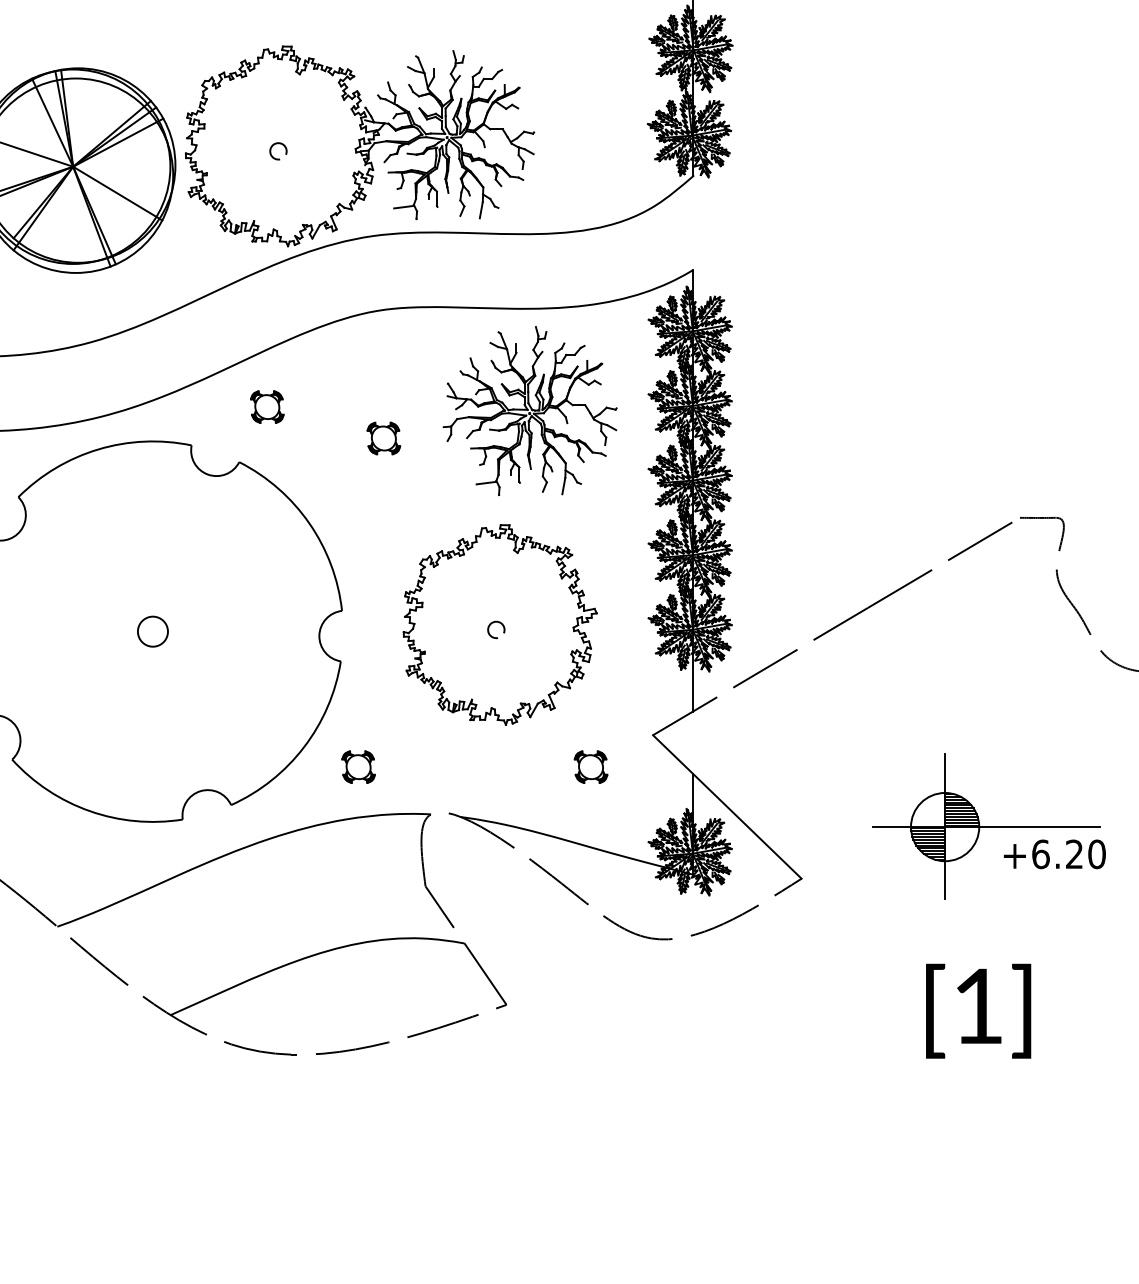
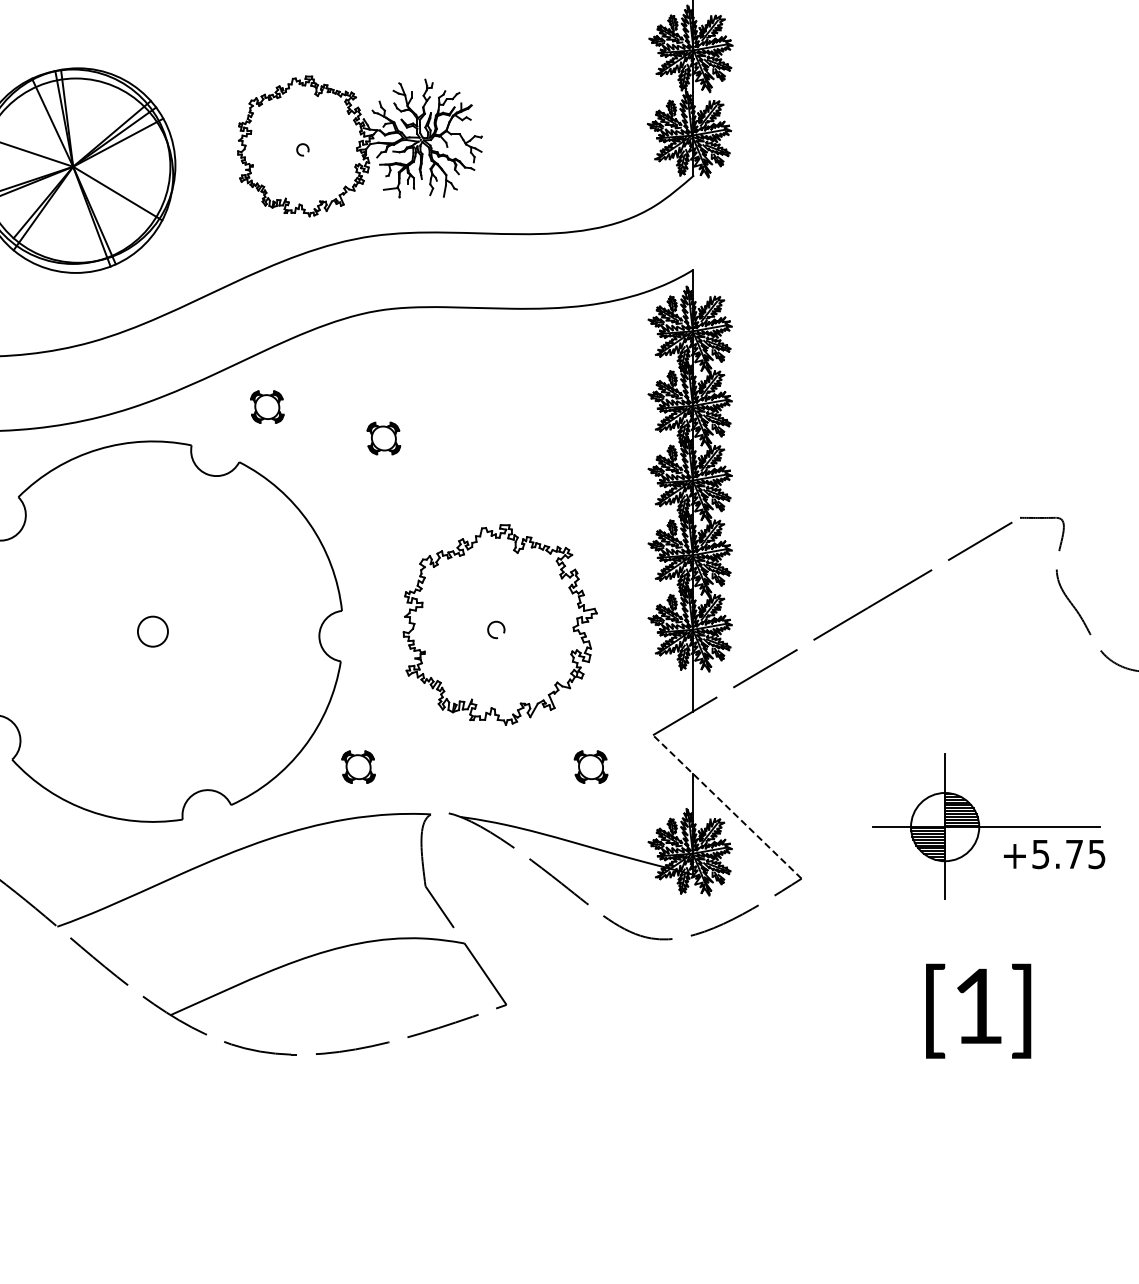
part at (359, 146) size: 352x203 px -> 246x143 px
part at (529, 410): present -> none
line at (726, 806): solid -> dashed
text at (1068, 854): +6.20 -> +5.75
